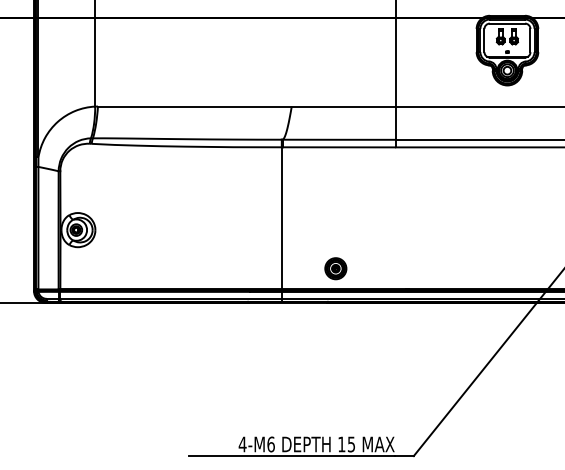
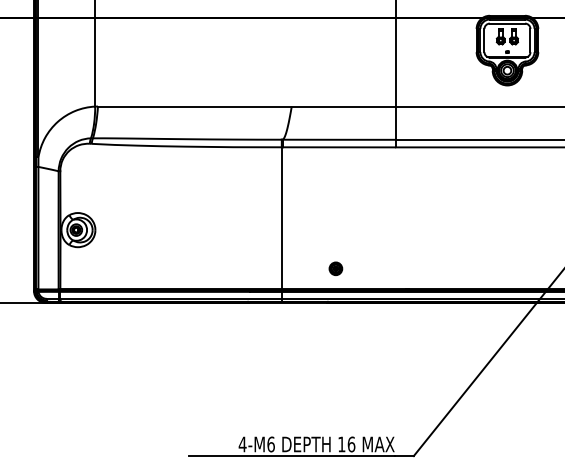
part at (335, 268) size: 24x24 px -> 16x16 px
text at (351, 444): 15 -> 16
